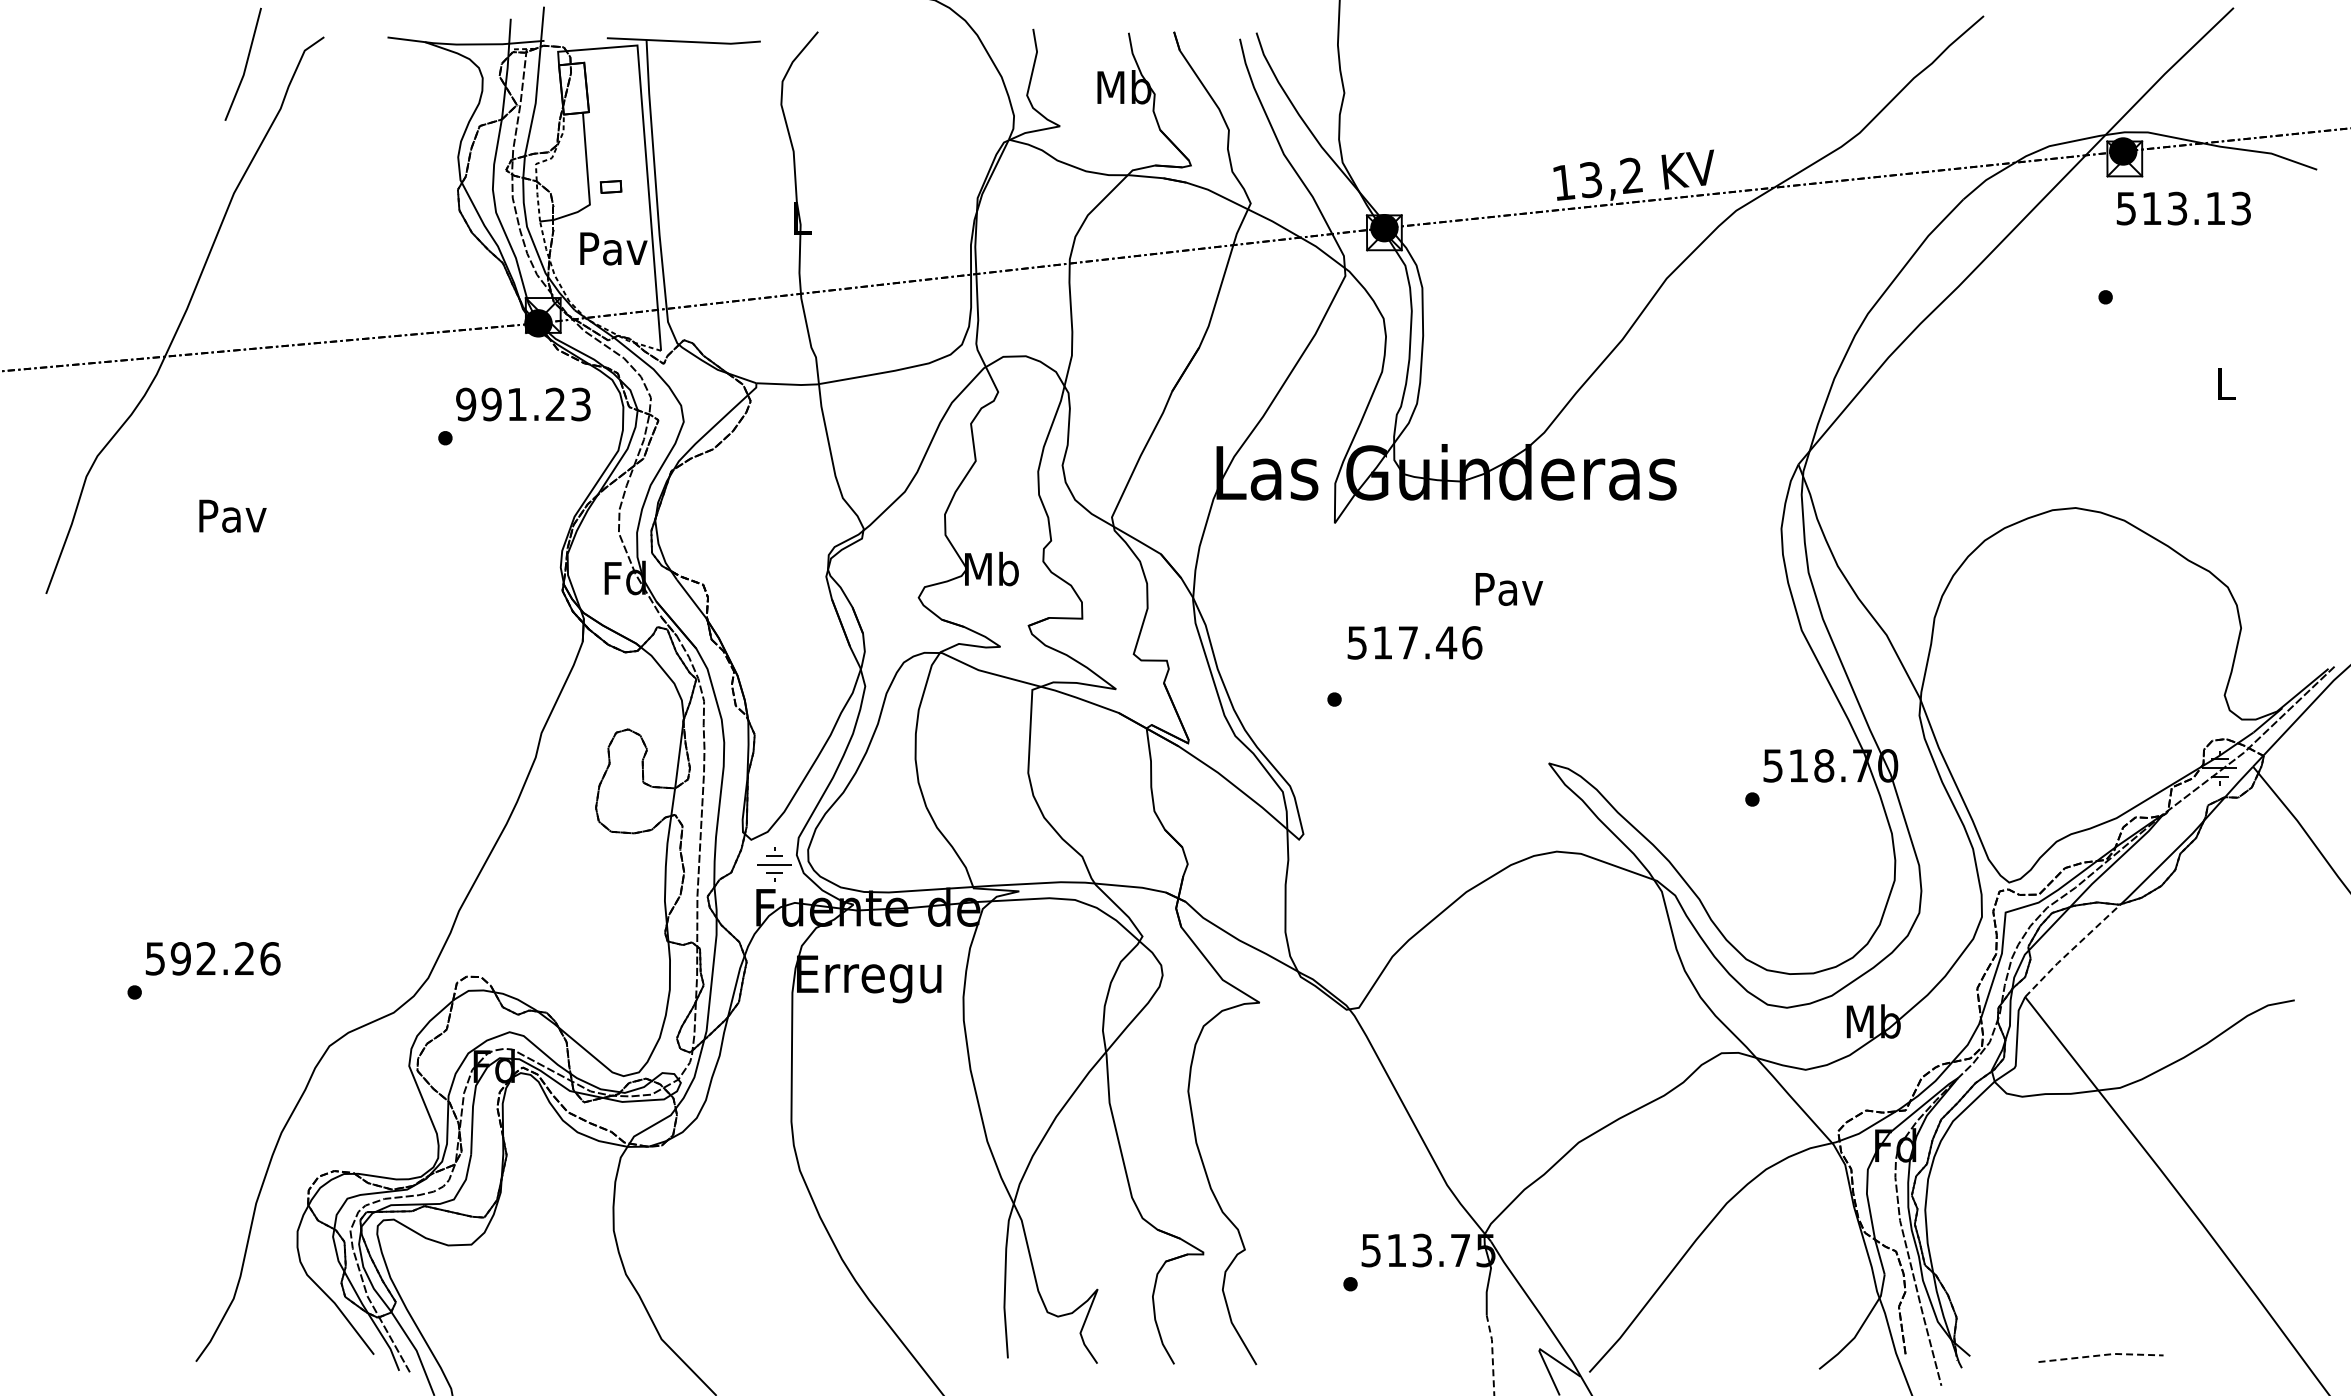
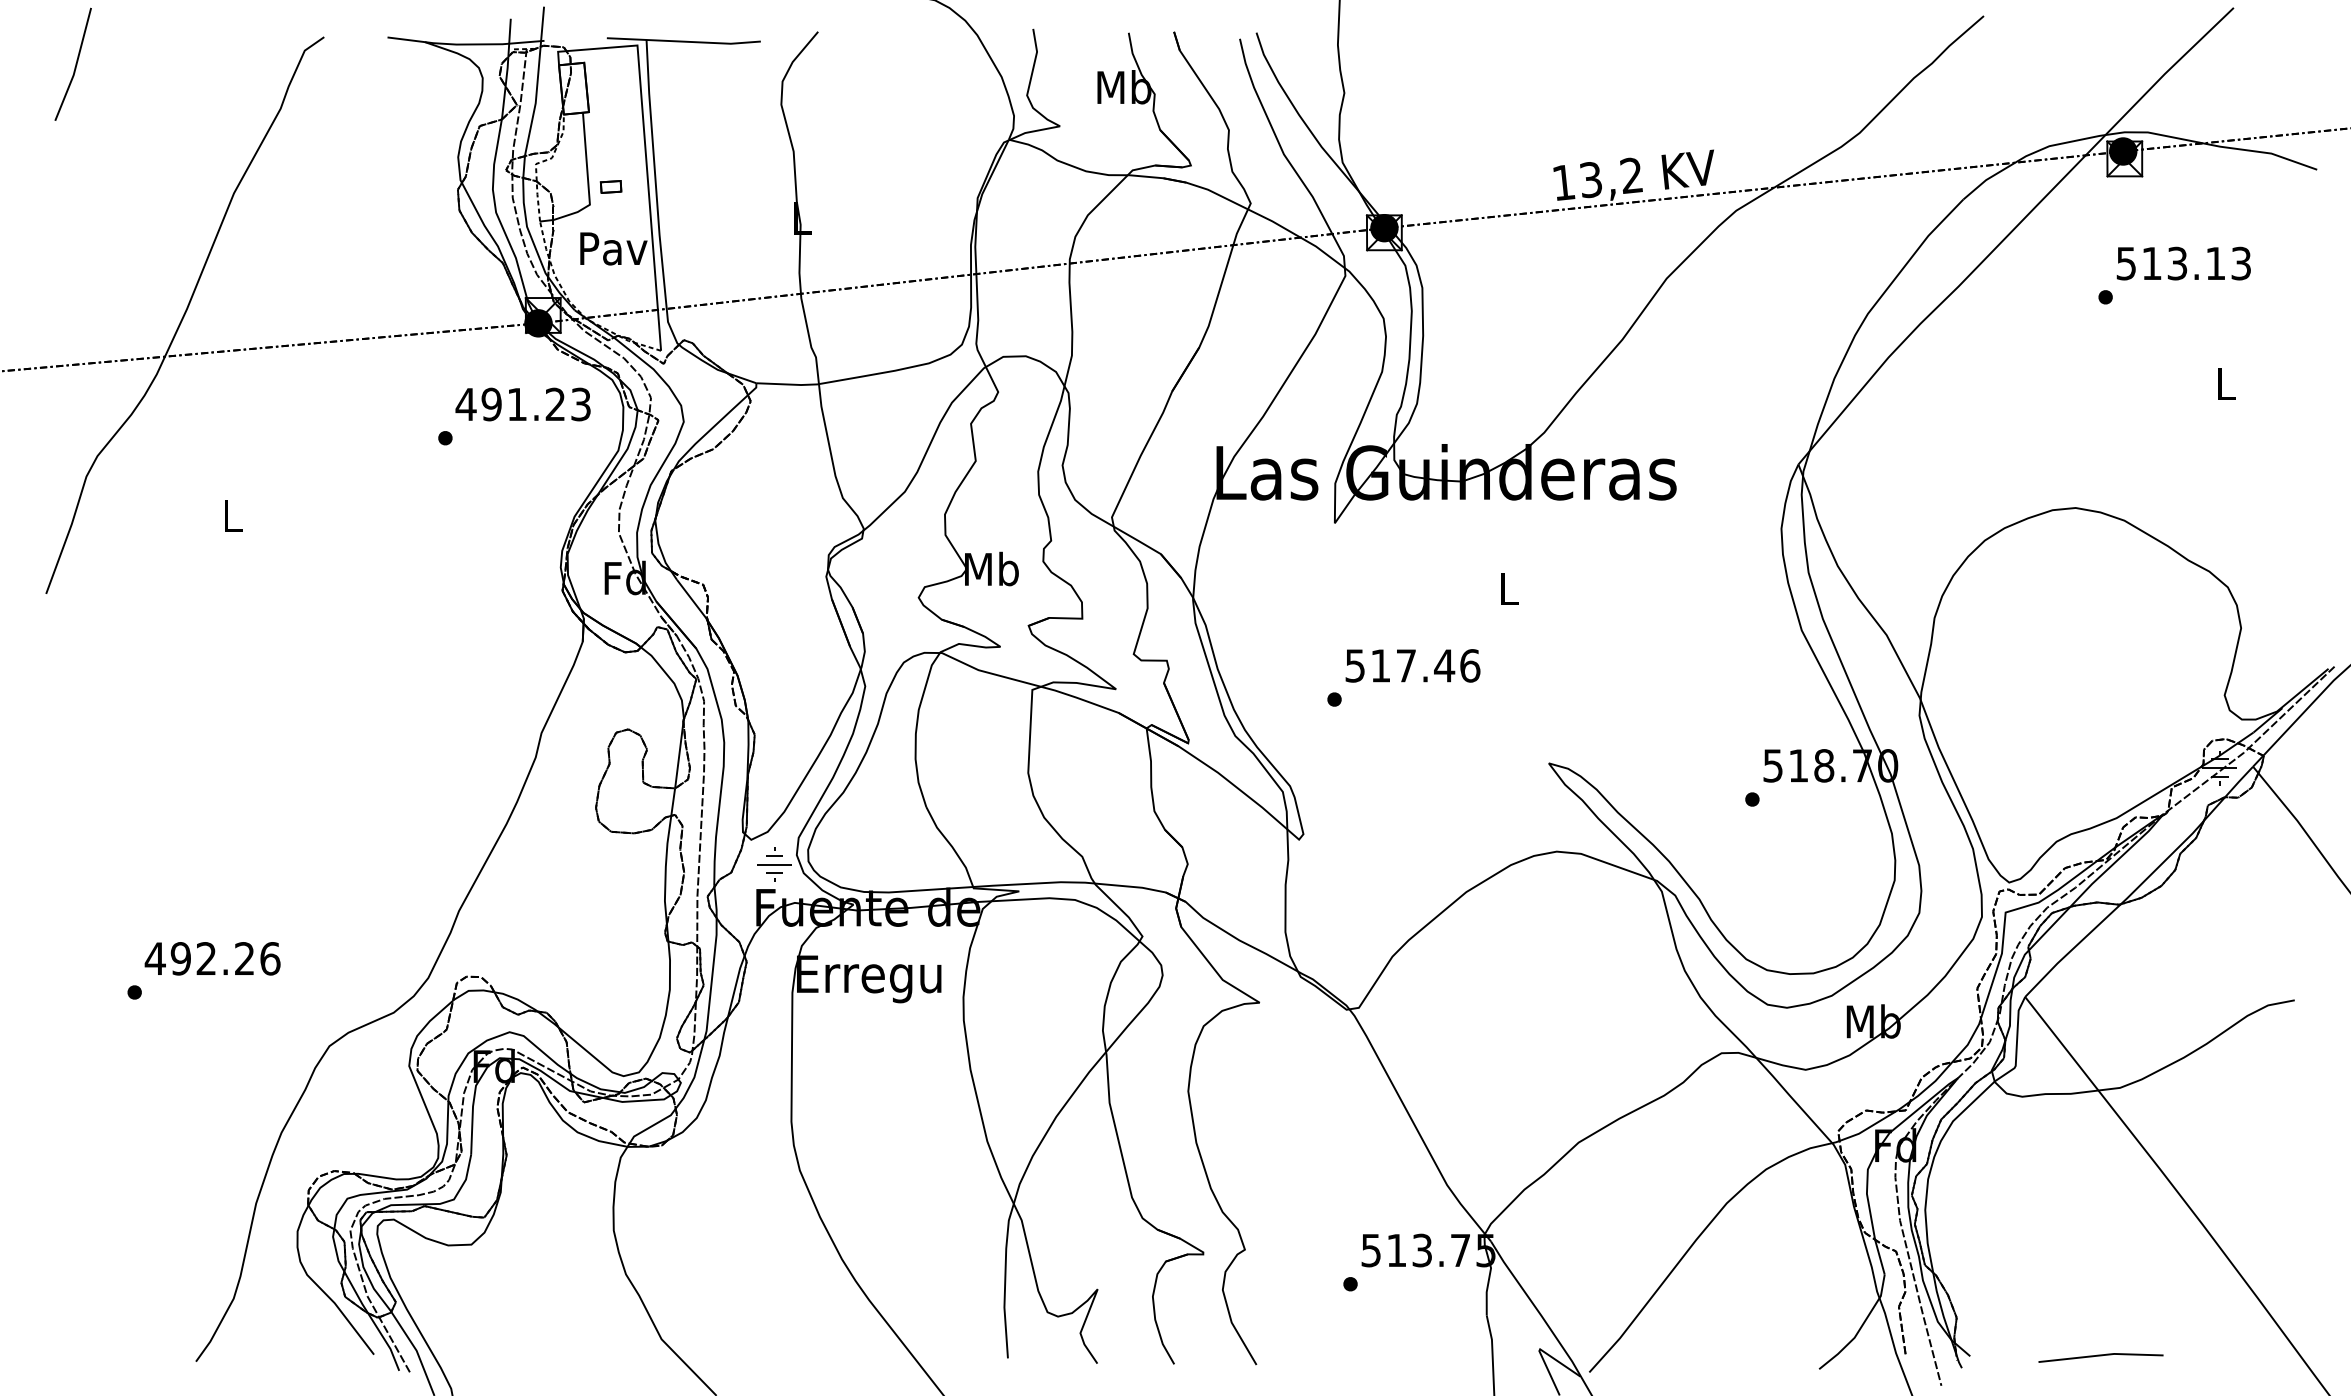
line at (245, 63) position: (245, 63) -> (75, 63)
text at (2183, 208) position: (2183, 208) -> (2183, 263)
text at (465, 404): 991.23 -> 491.23
text at (232, 515): Pav -> L
text at (1509, 589): Pav -> L
text at (1414, 642) position: (1414, 642) -> (1412, 665)
line at (2072, 949): dashed -> solid
text at (154, 958): 592.26 -> 492.26
line at (1492, 1354): dashed -> solid
line at (2101, 1355): dashed -> solid
